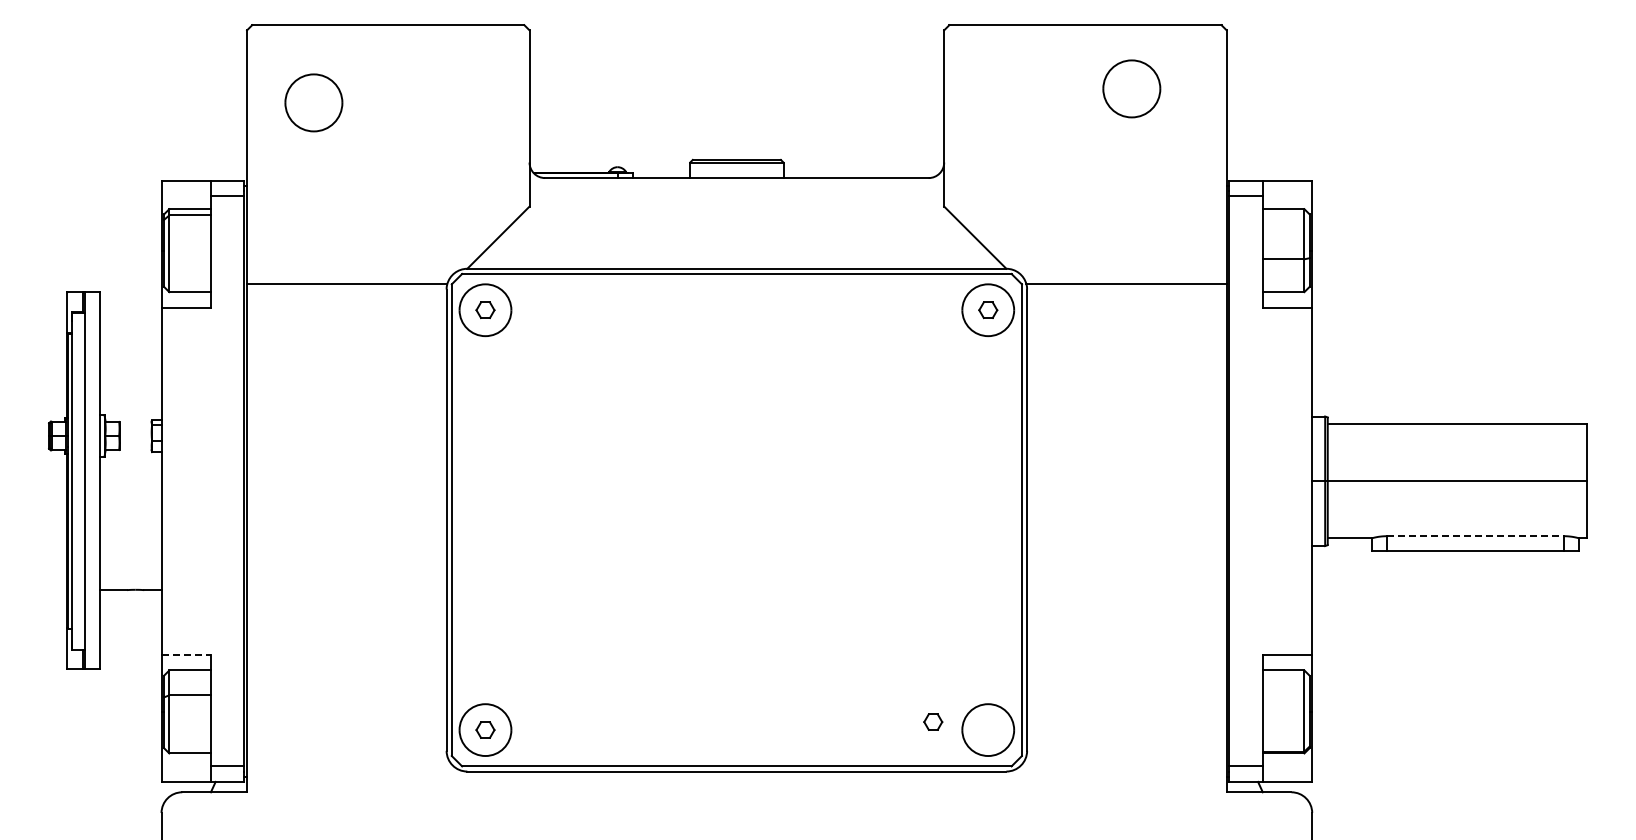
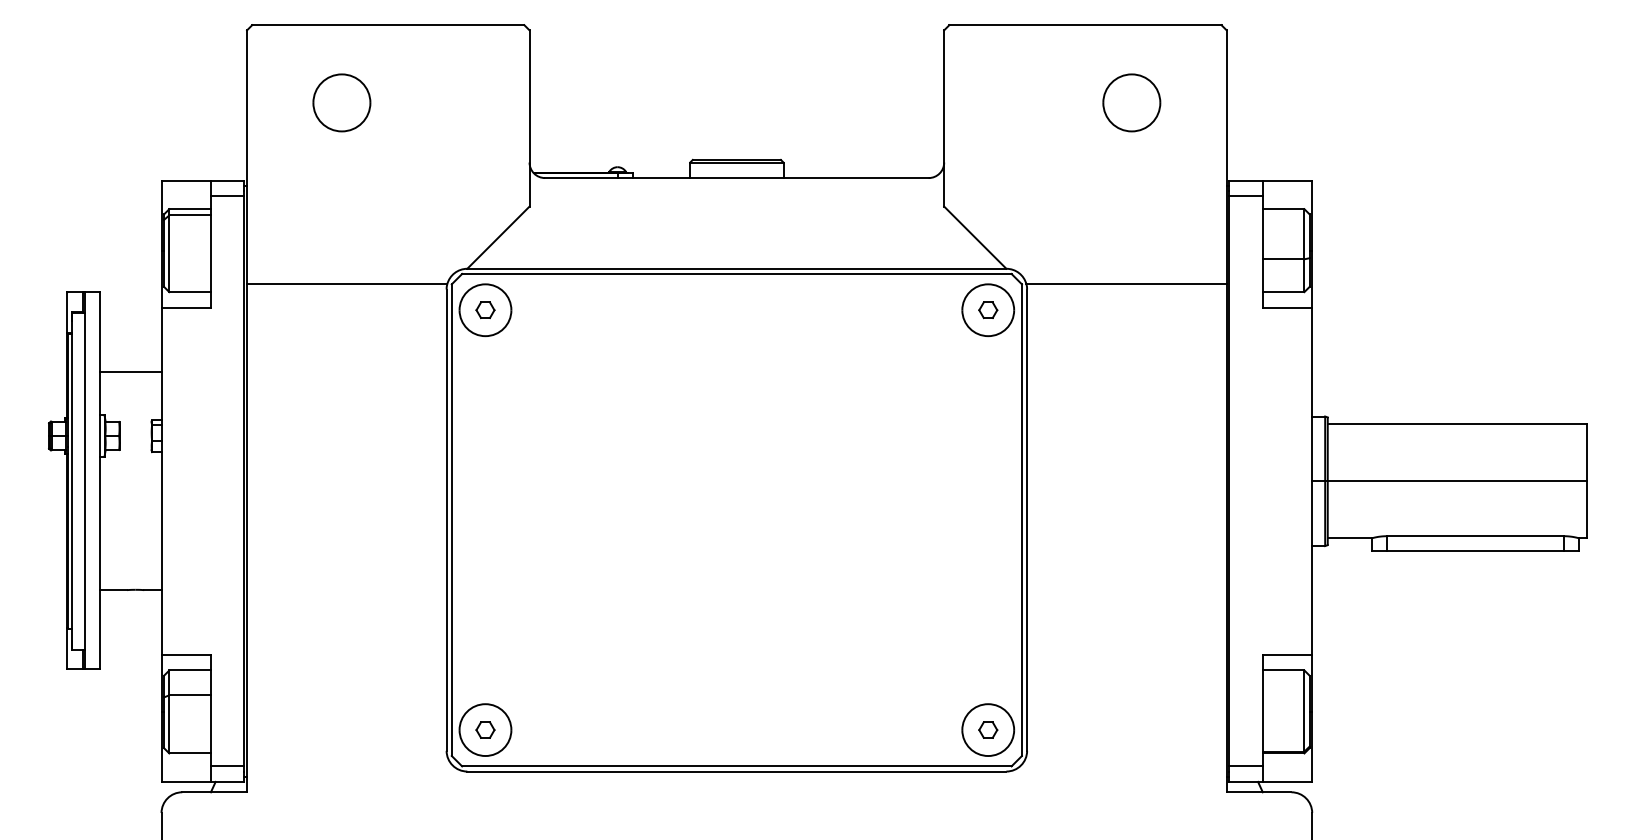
part at (1131, 88) position: (1131, 88) -> (1131, 102)
part at (313, 102) position: (313, 102) -> (341, 102)
line at (130, 372): none -> present
line at (1475, 536): dashed -> solid
line at (186, 654): dashed -> solid
part at (933, 721) position: (933, 721) -> (988, 729)
